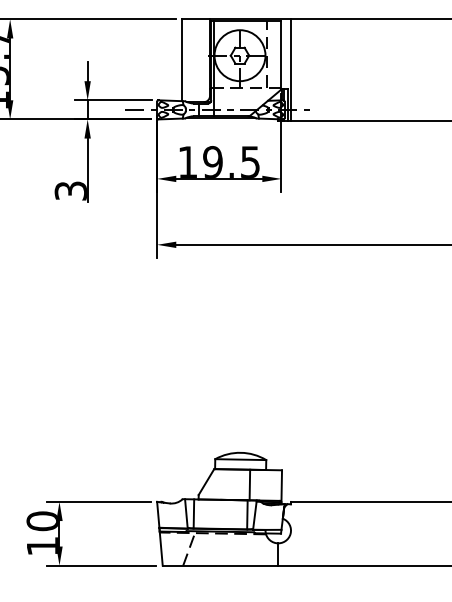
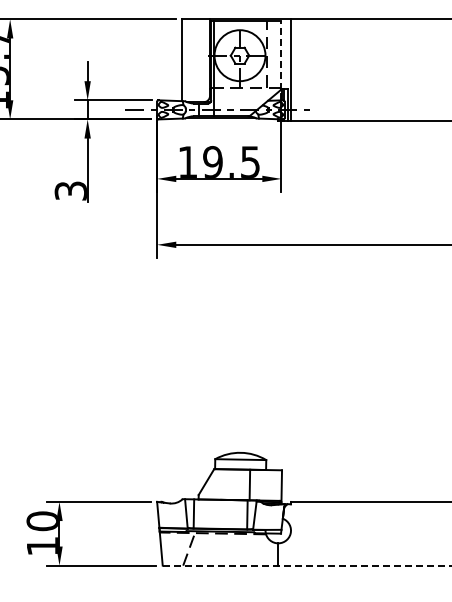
line at (281, 54): solid -> dashed
line at (307, 565): solid -> dashed
